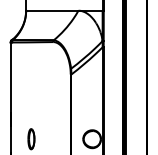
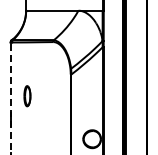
line at (10, 98): solid -> dashed
part at (31, 139) position: (31, 139) -> (27, 96)
